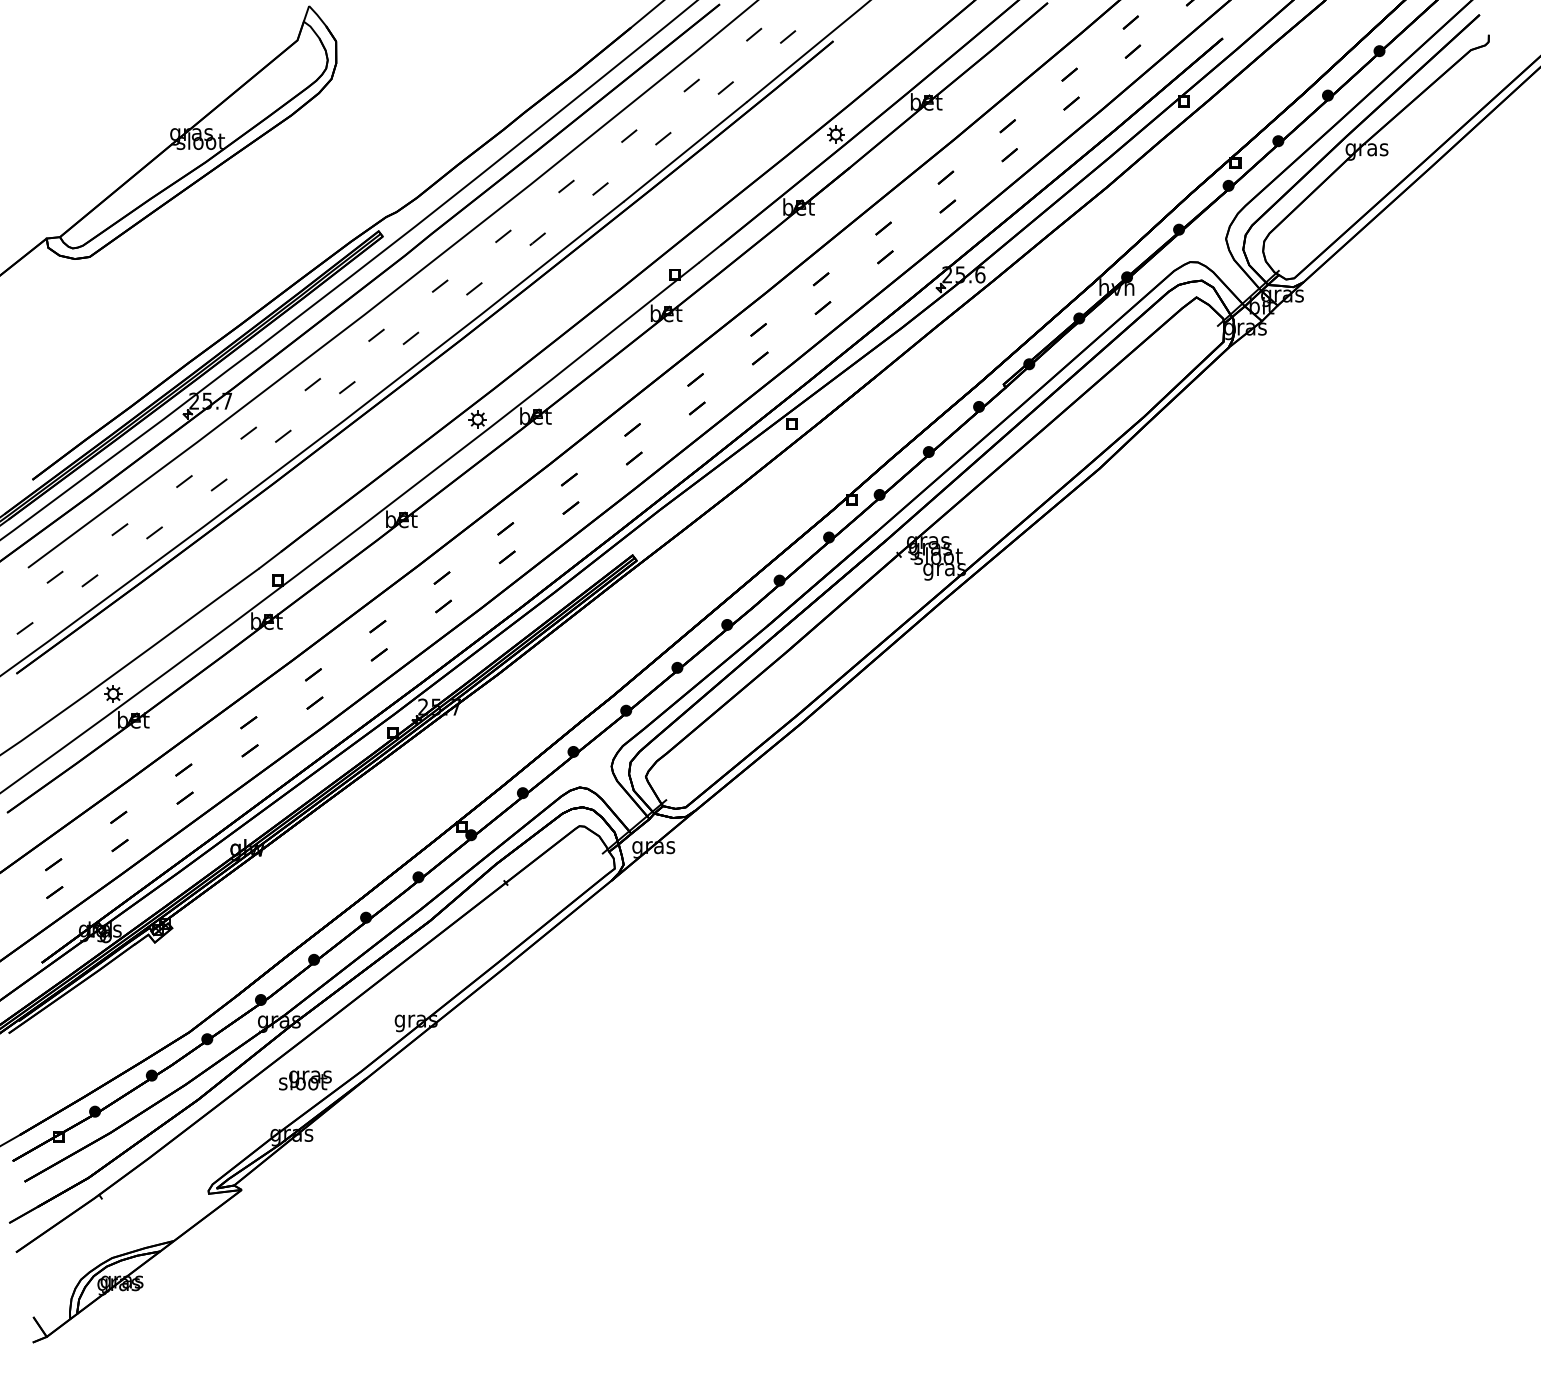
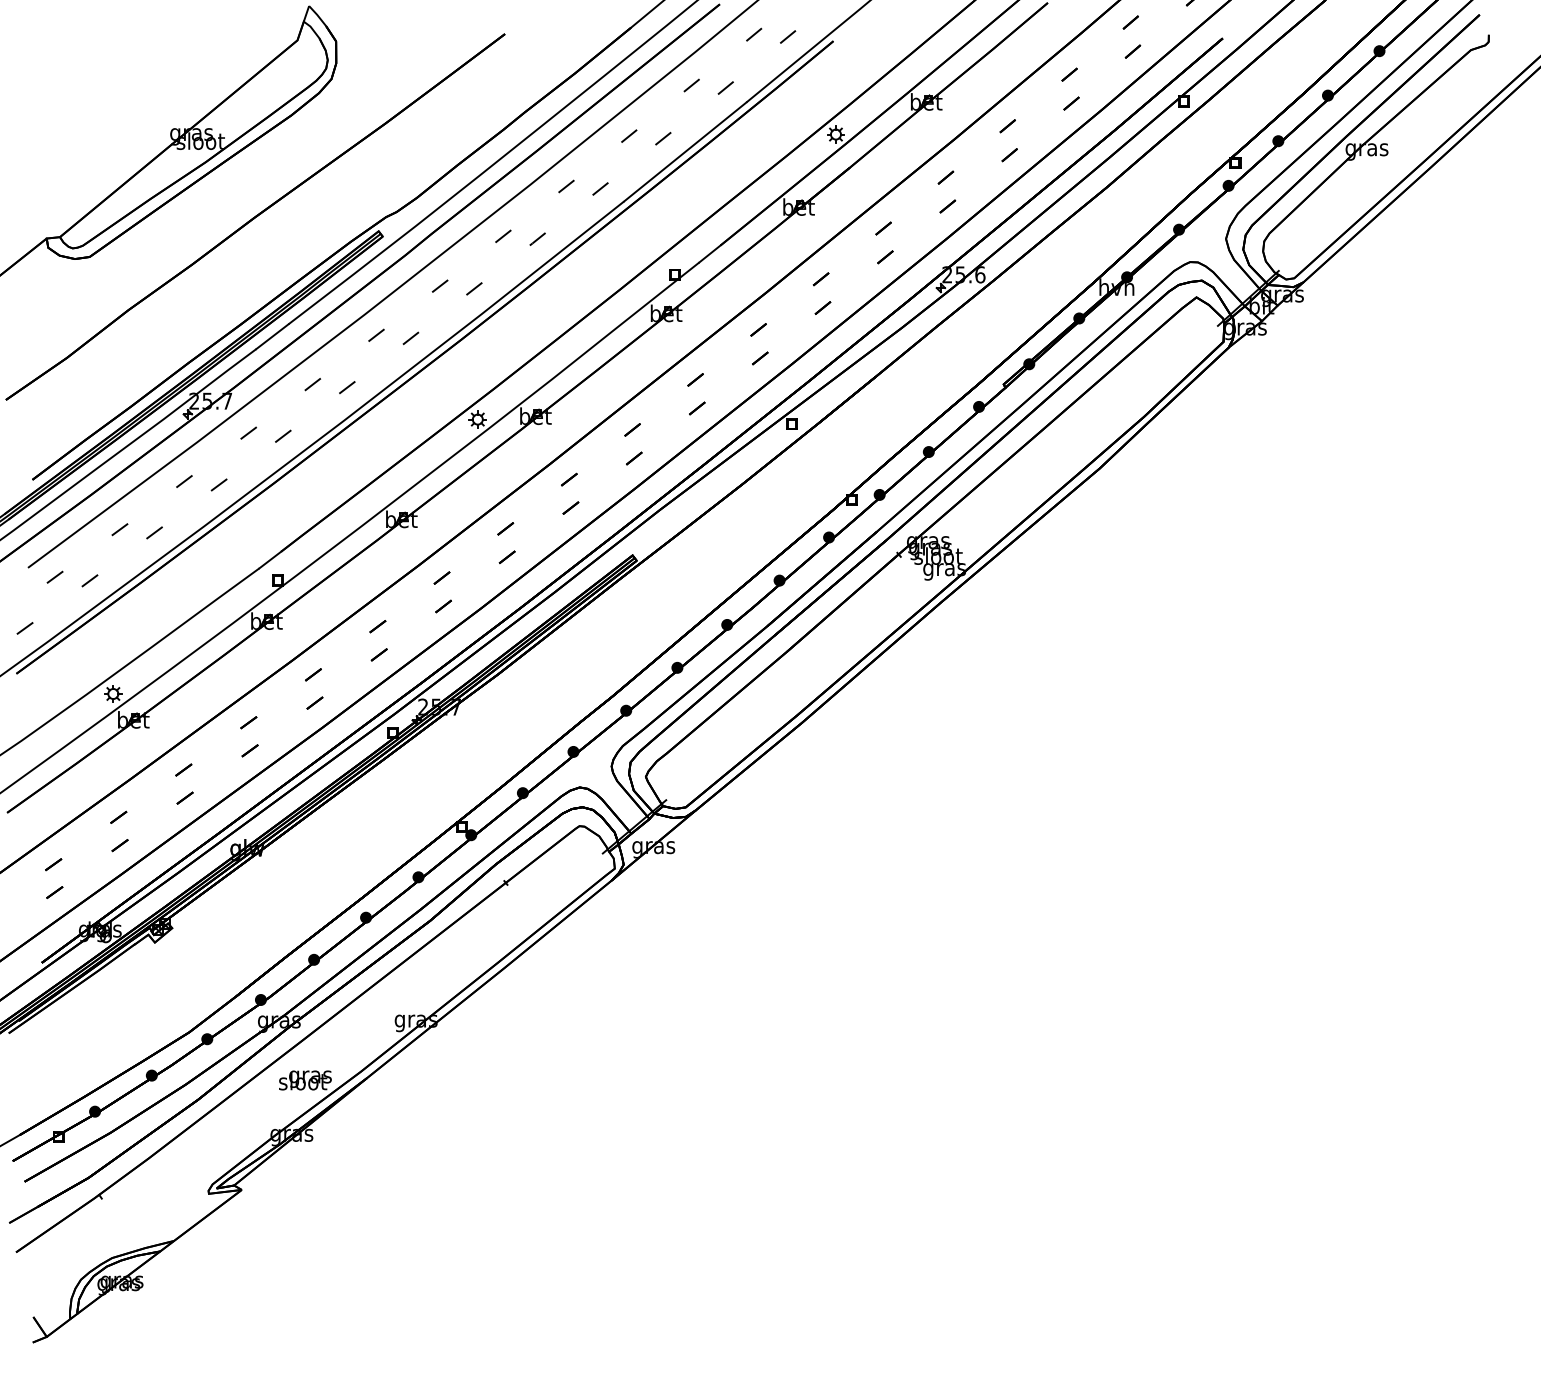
part at (255, 216): none -> present
